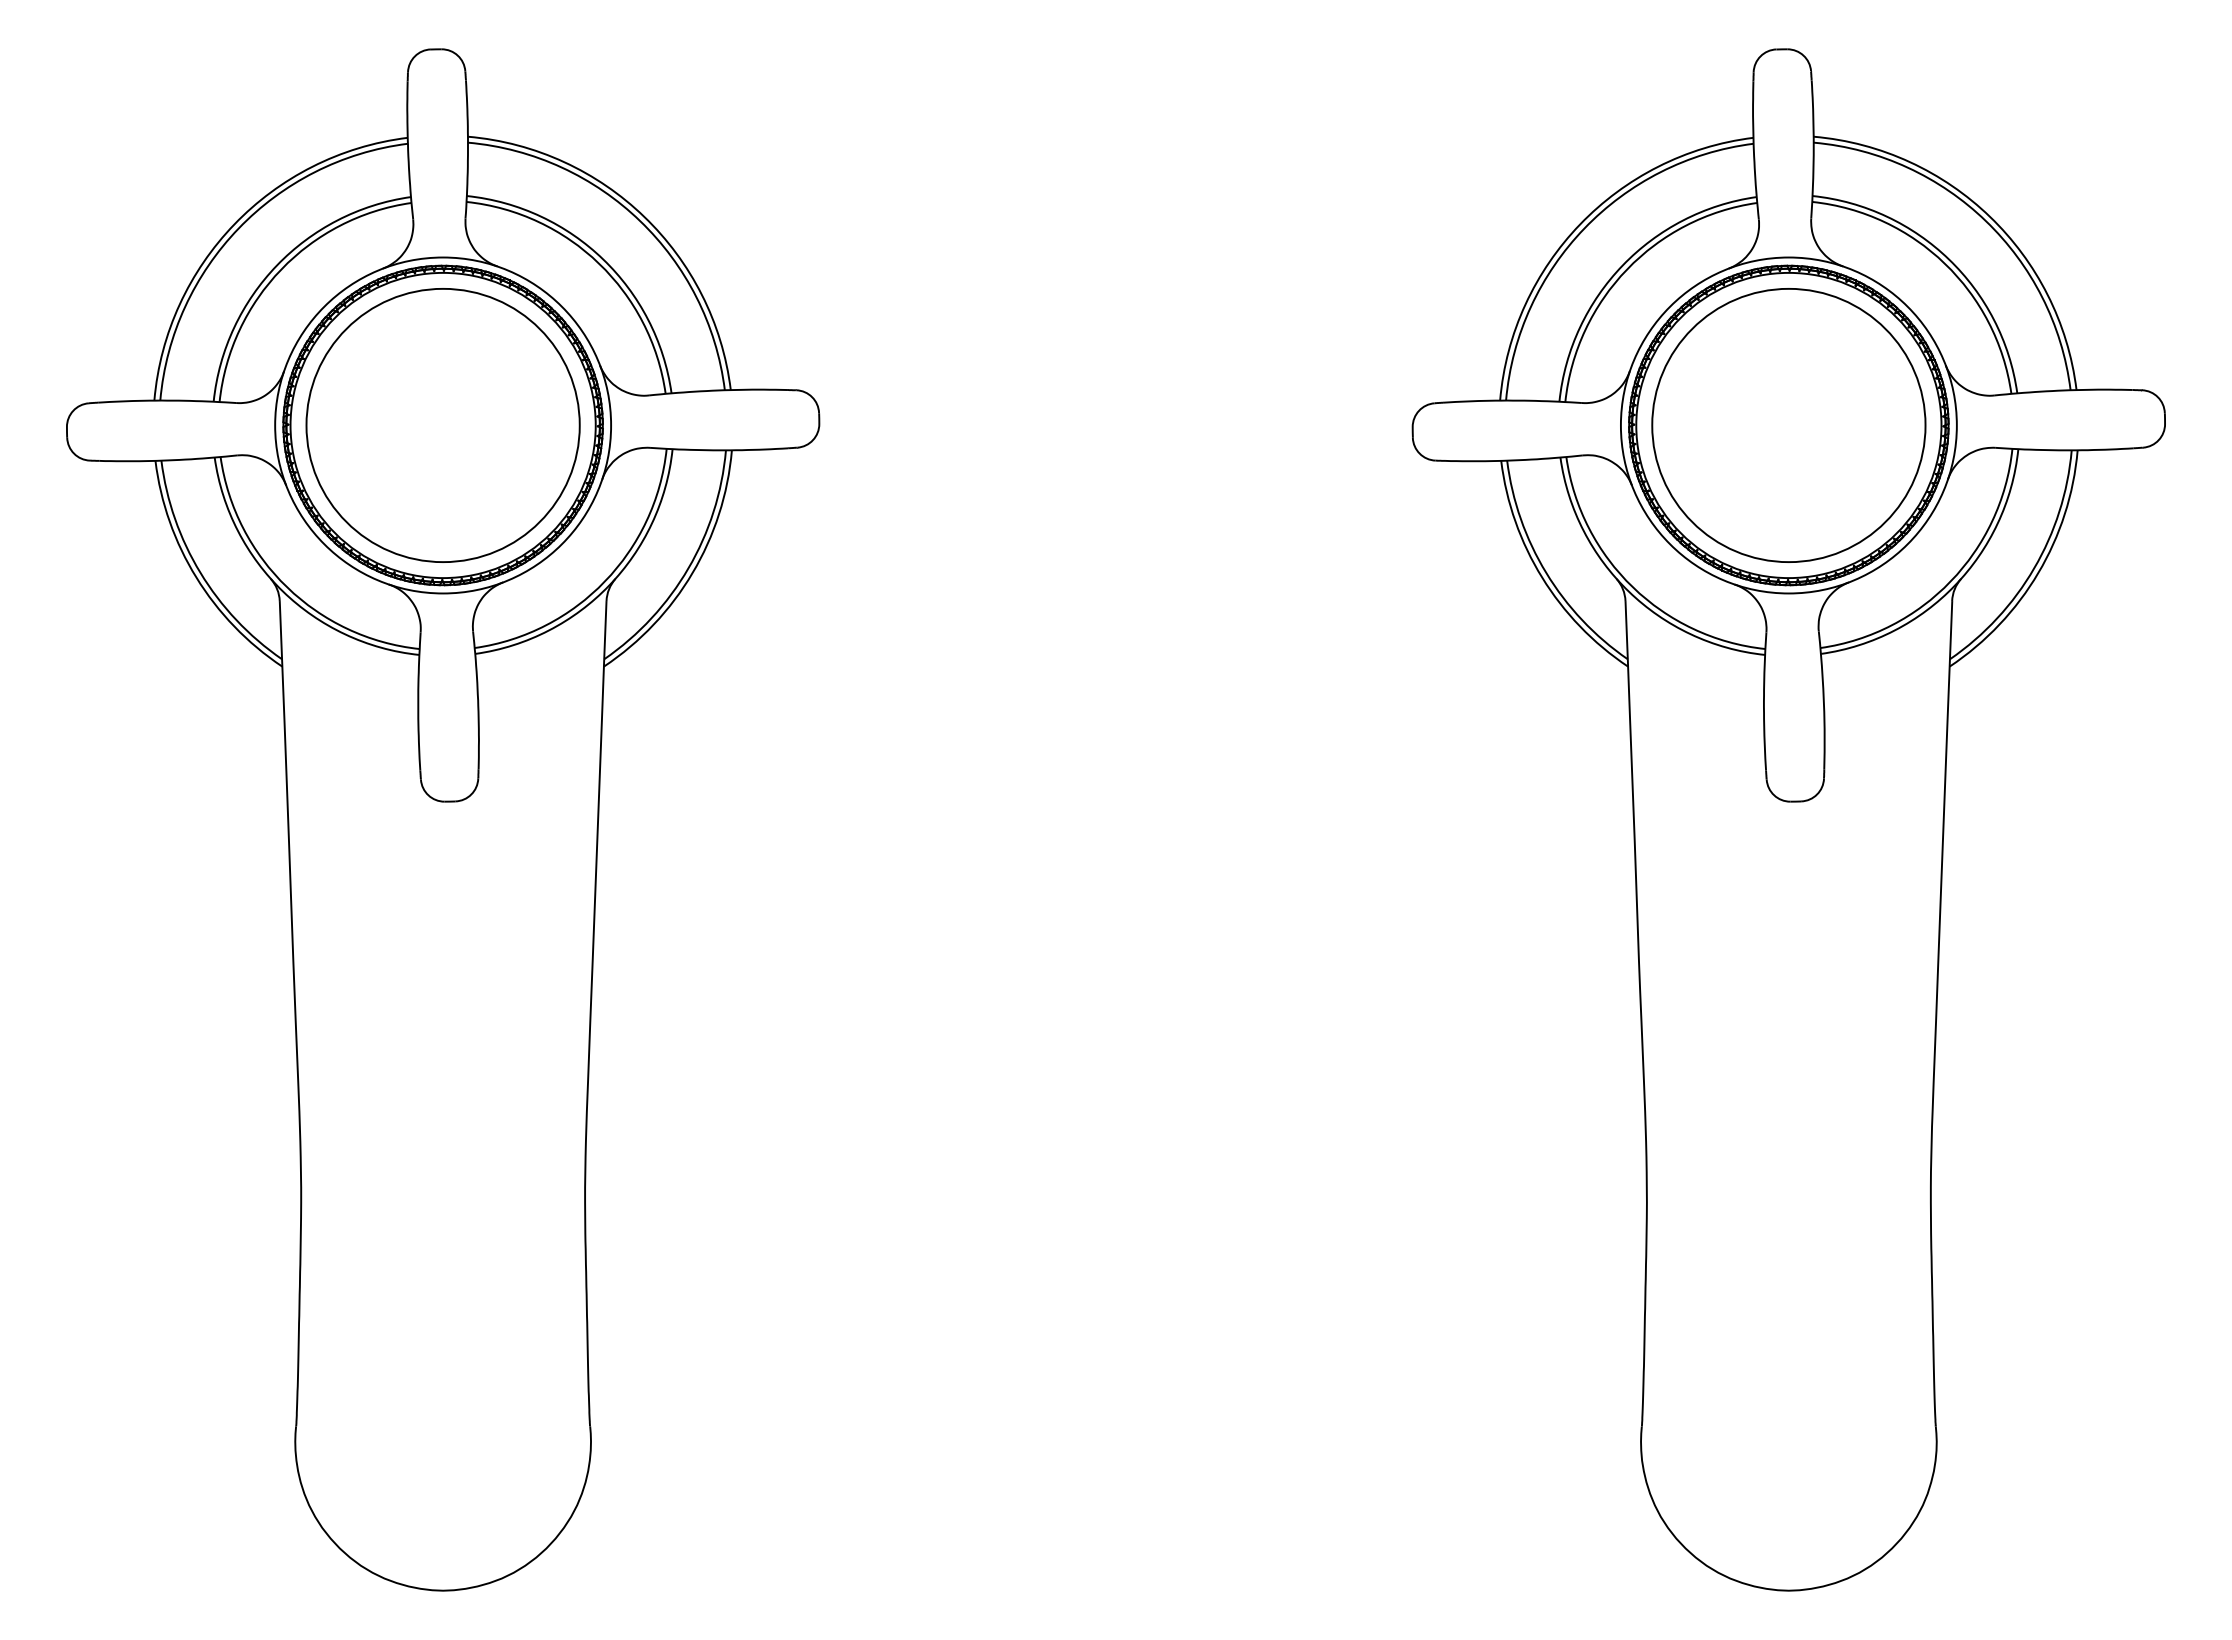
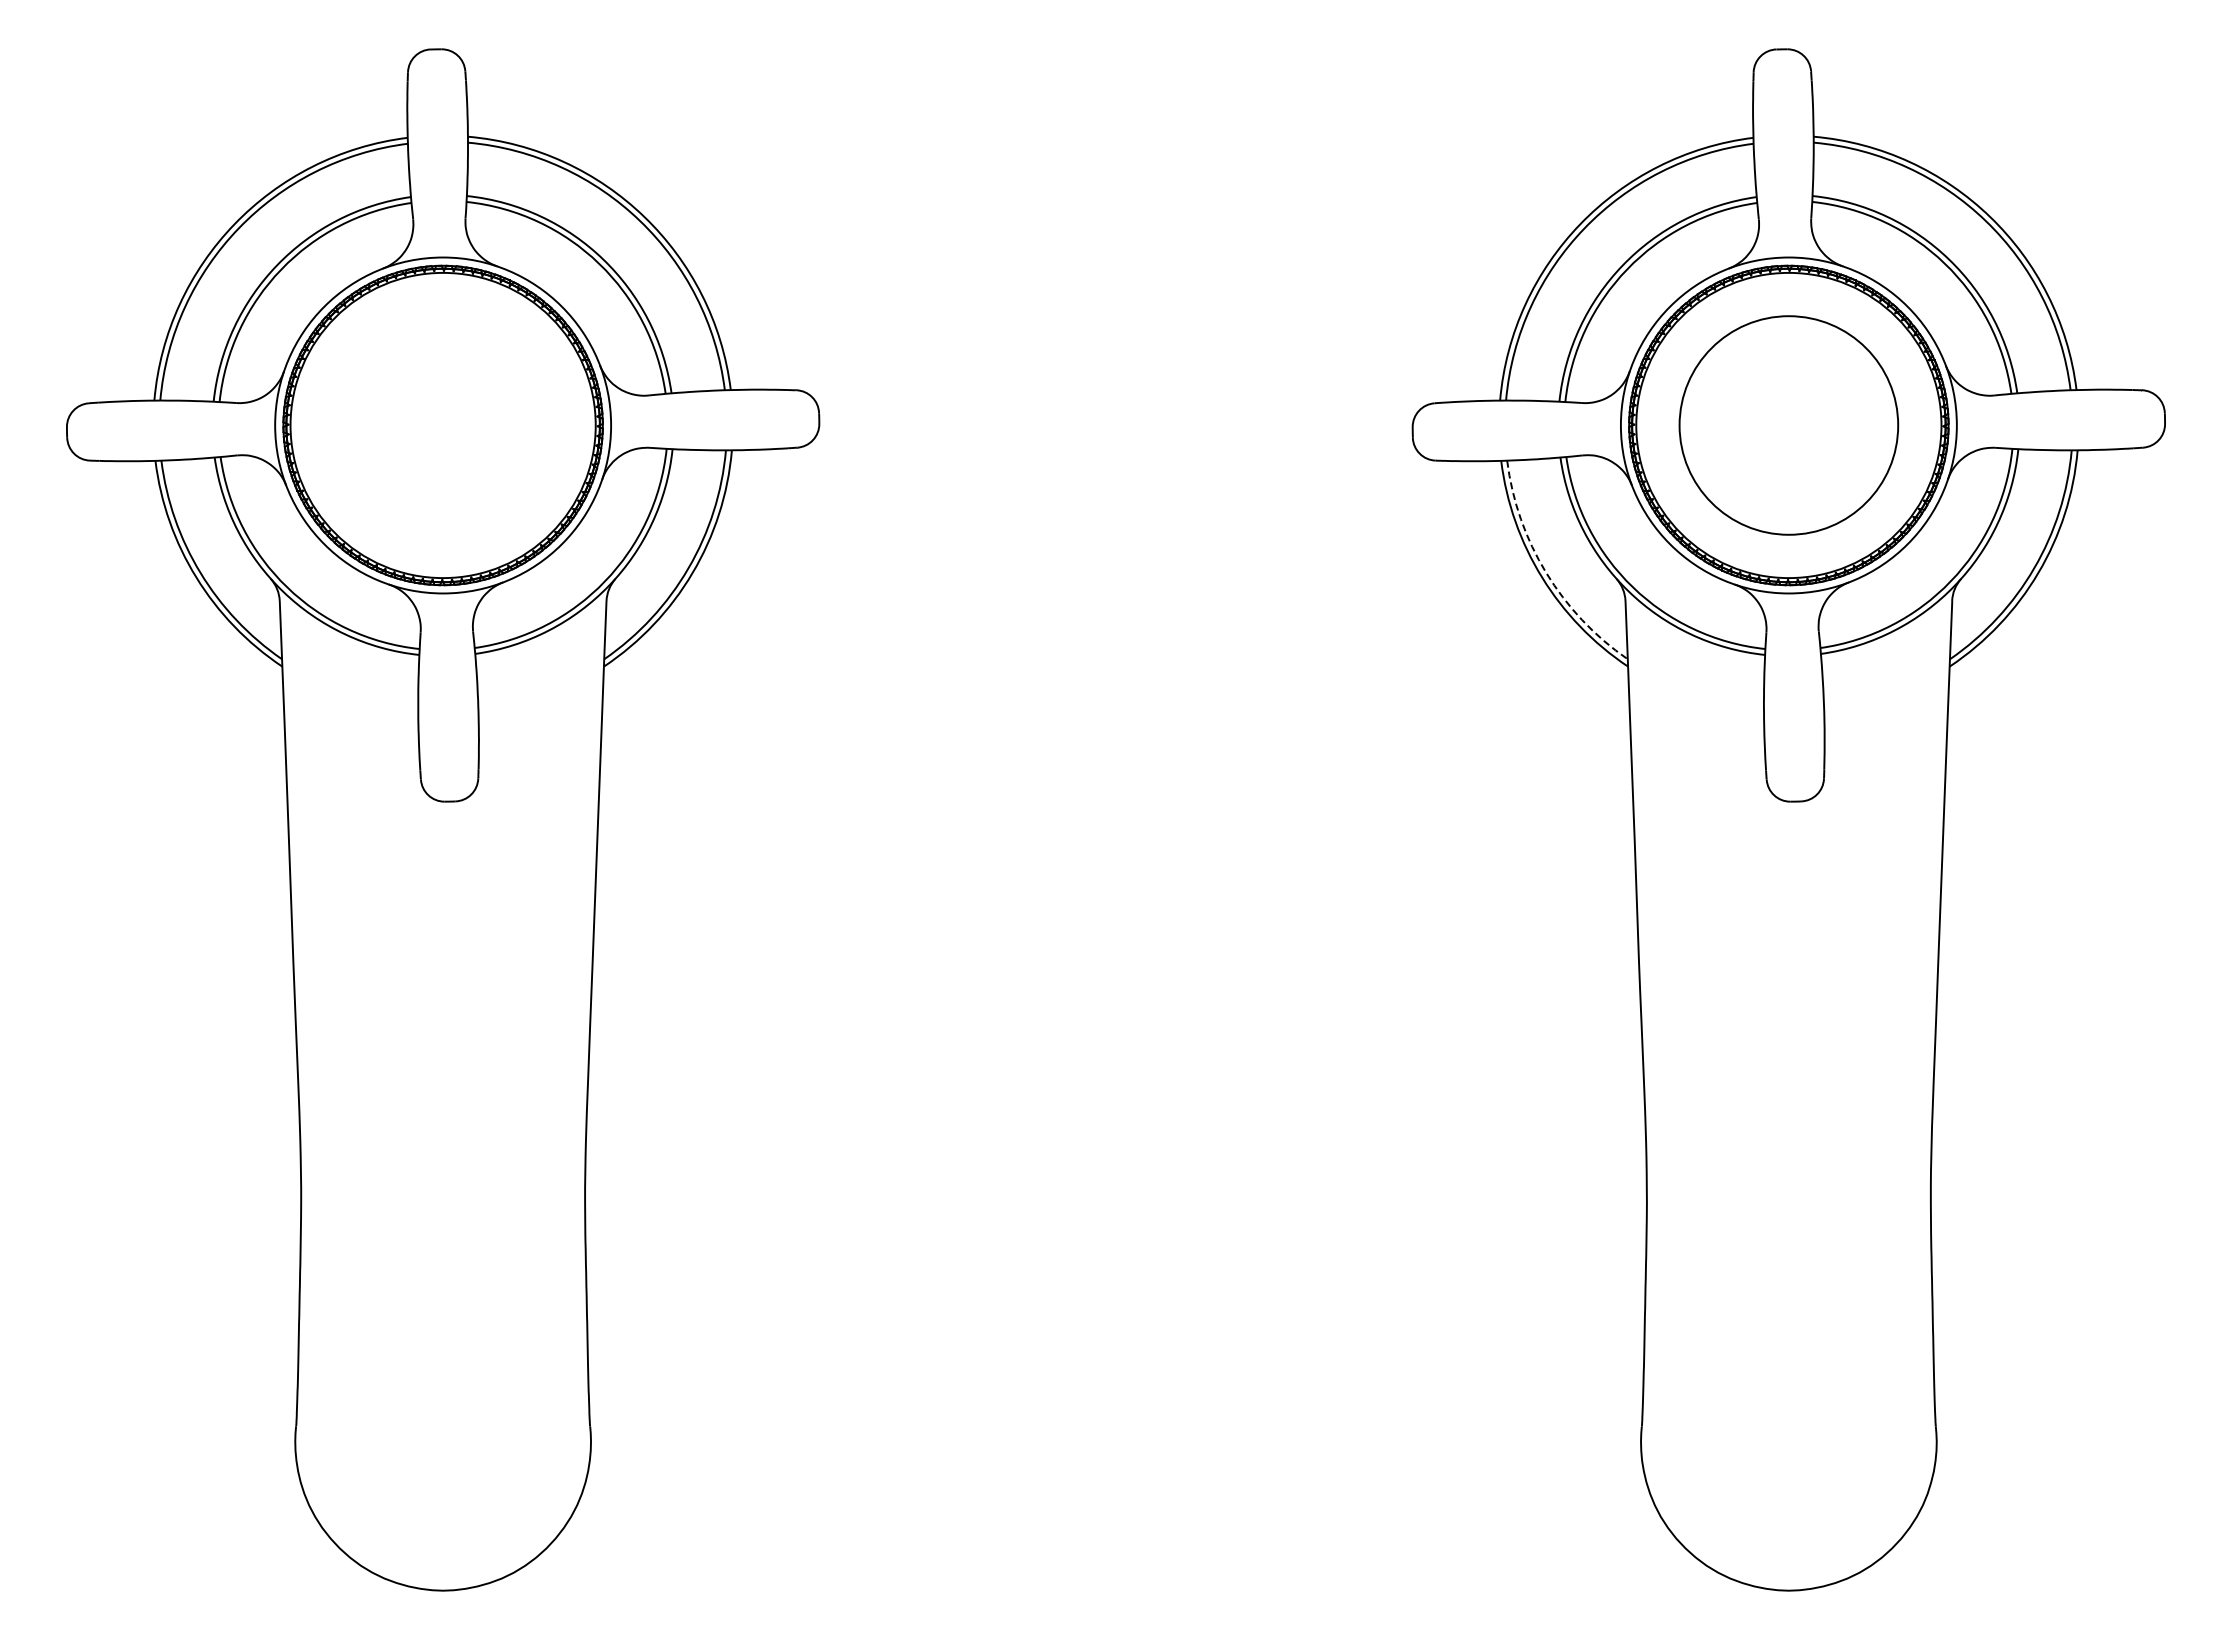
circle at (442, 425): present -> none
circle at (1788, 425) diameter: 273 px -> 219 px
arc at (1546, 572): solid -> dashed
